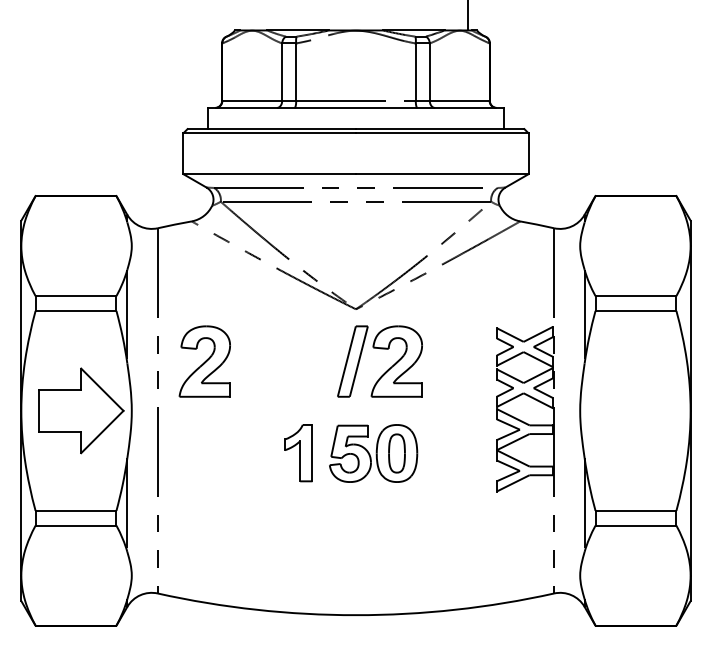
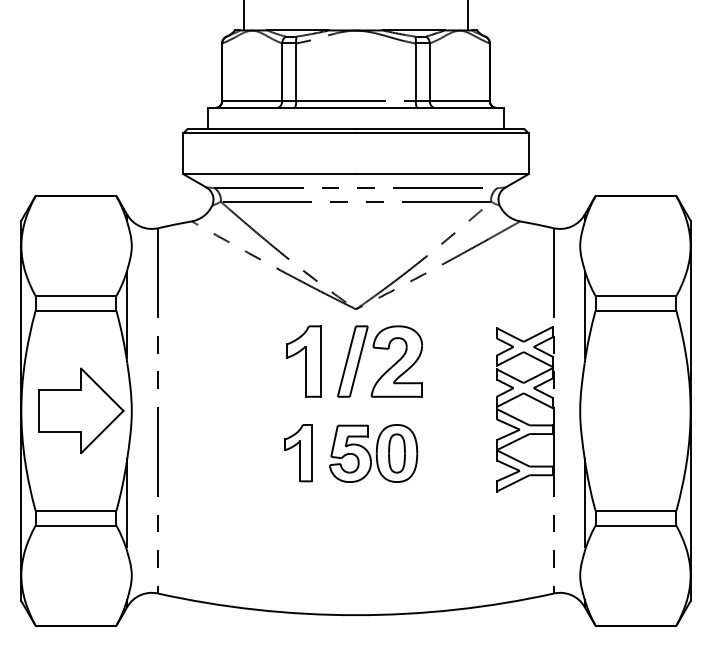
line at (243, 16): none -> present
part at (204, 361): present -> none
part at (303, 361): none -> present
